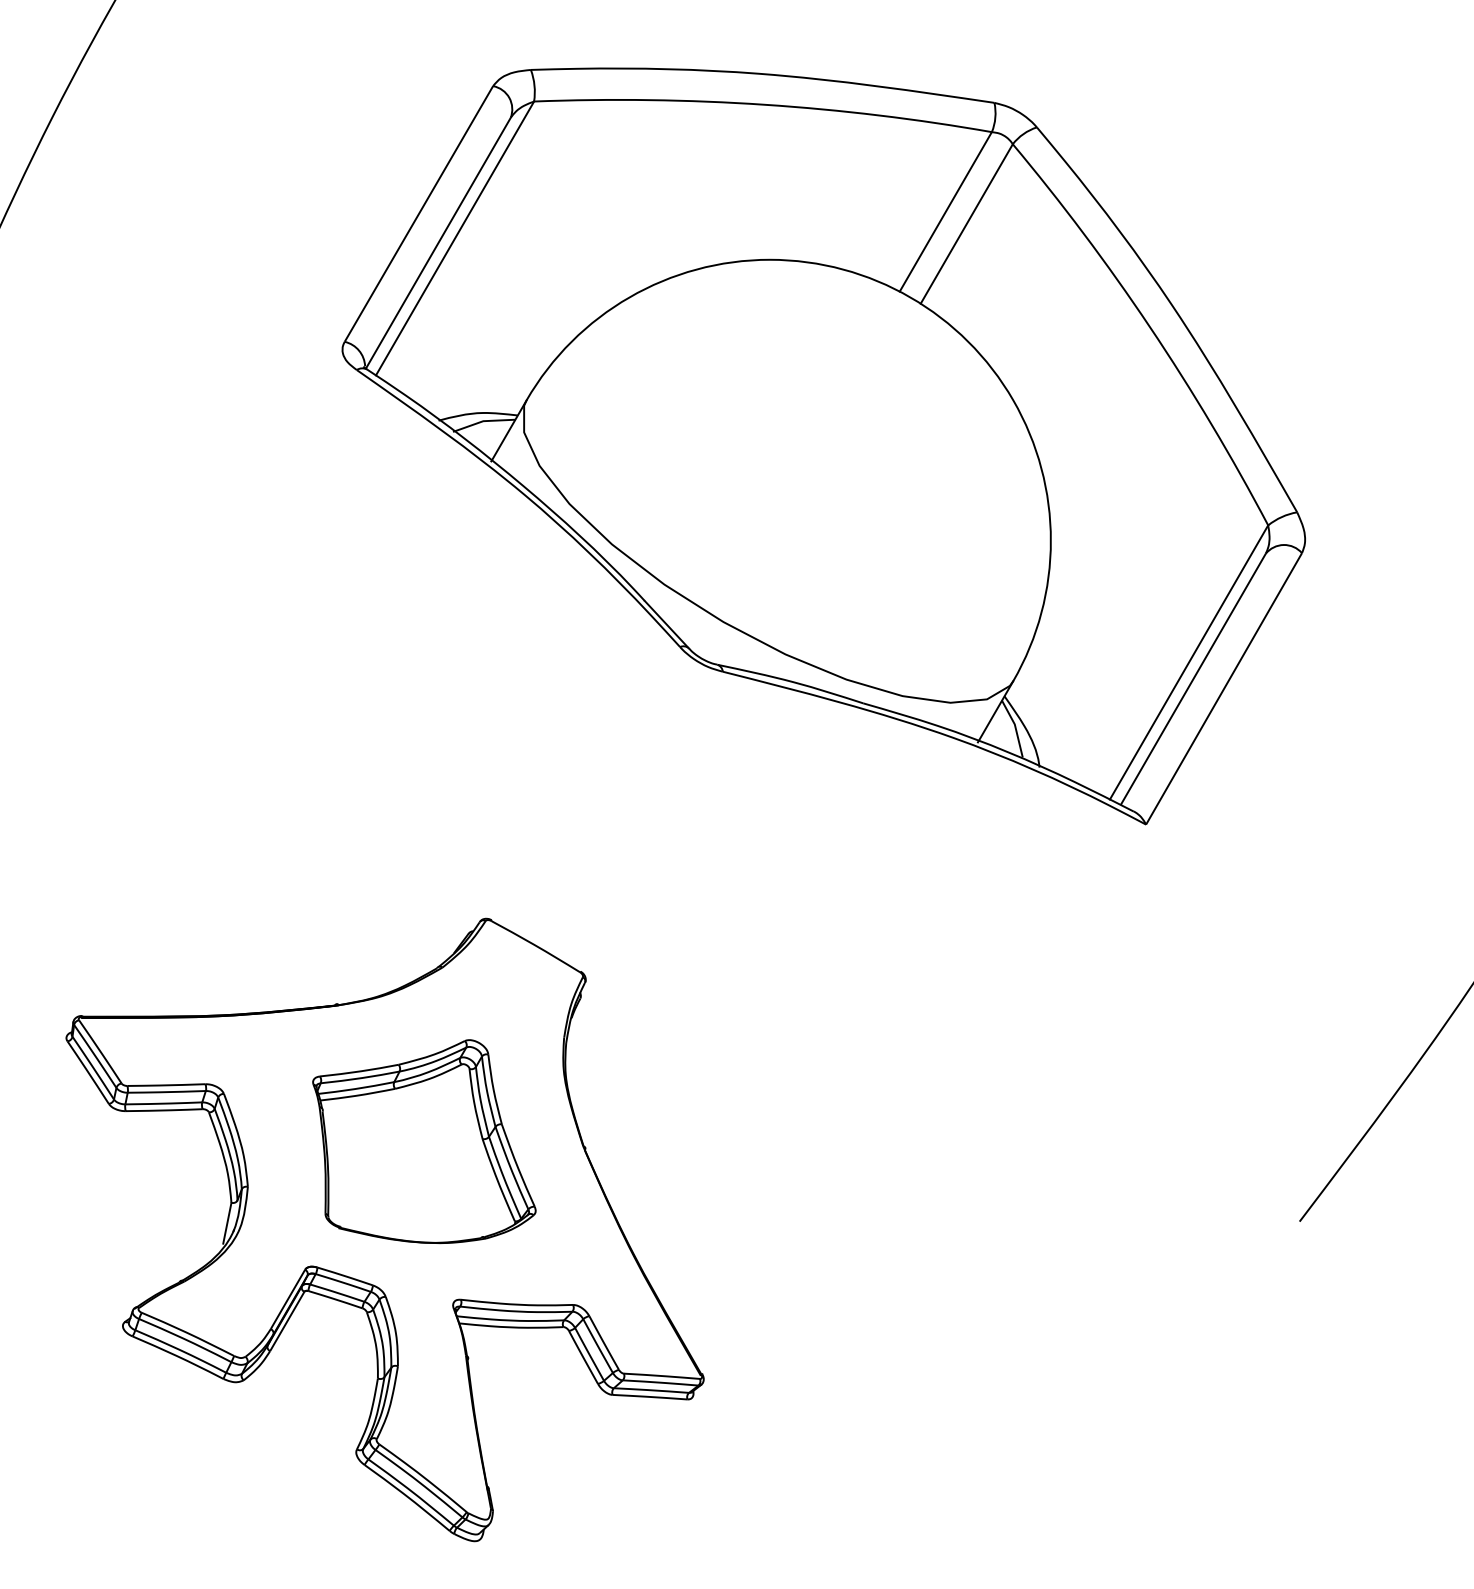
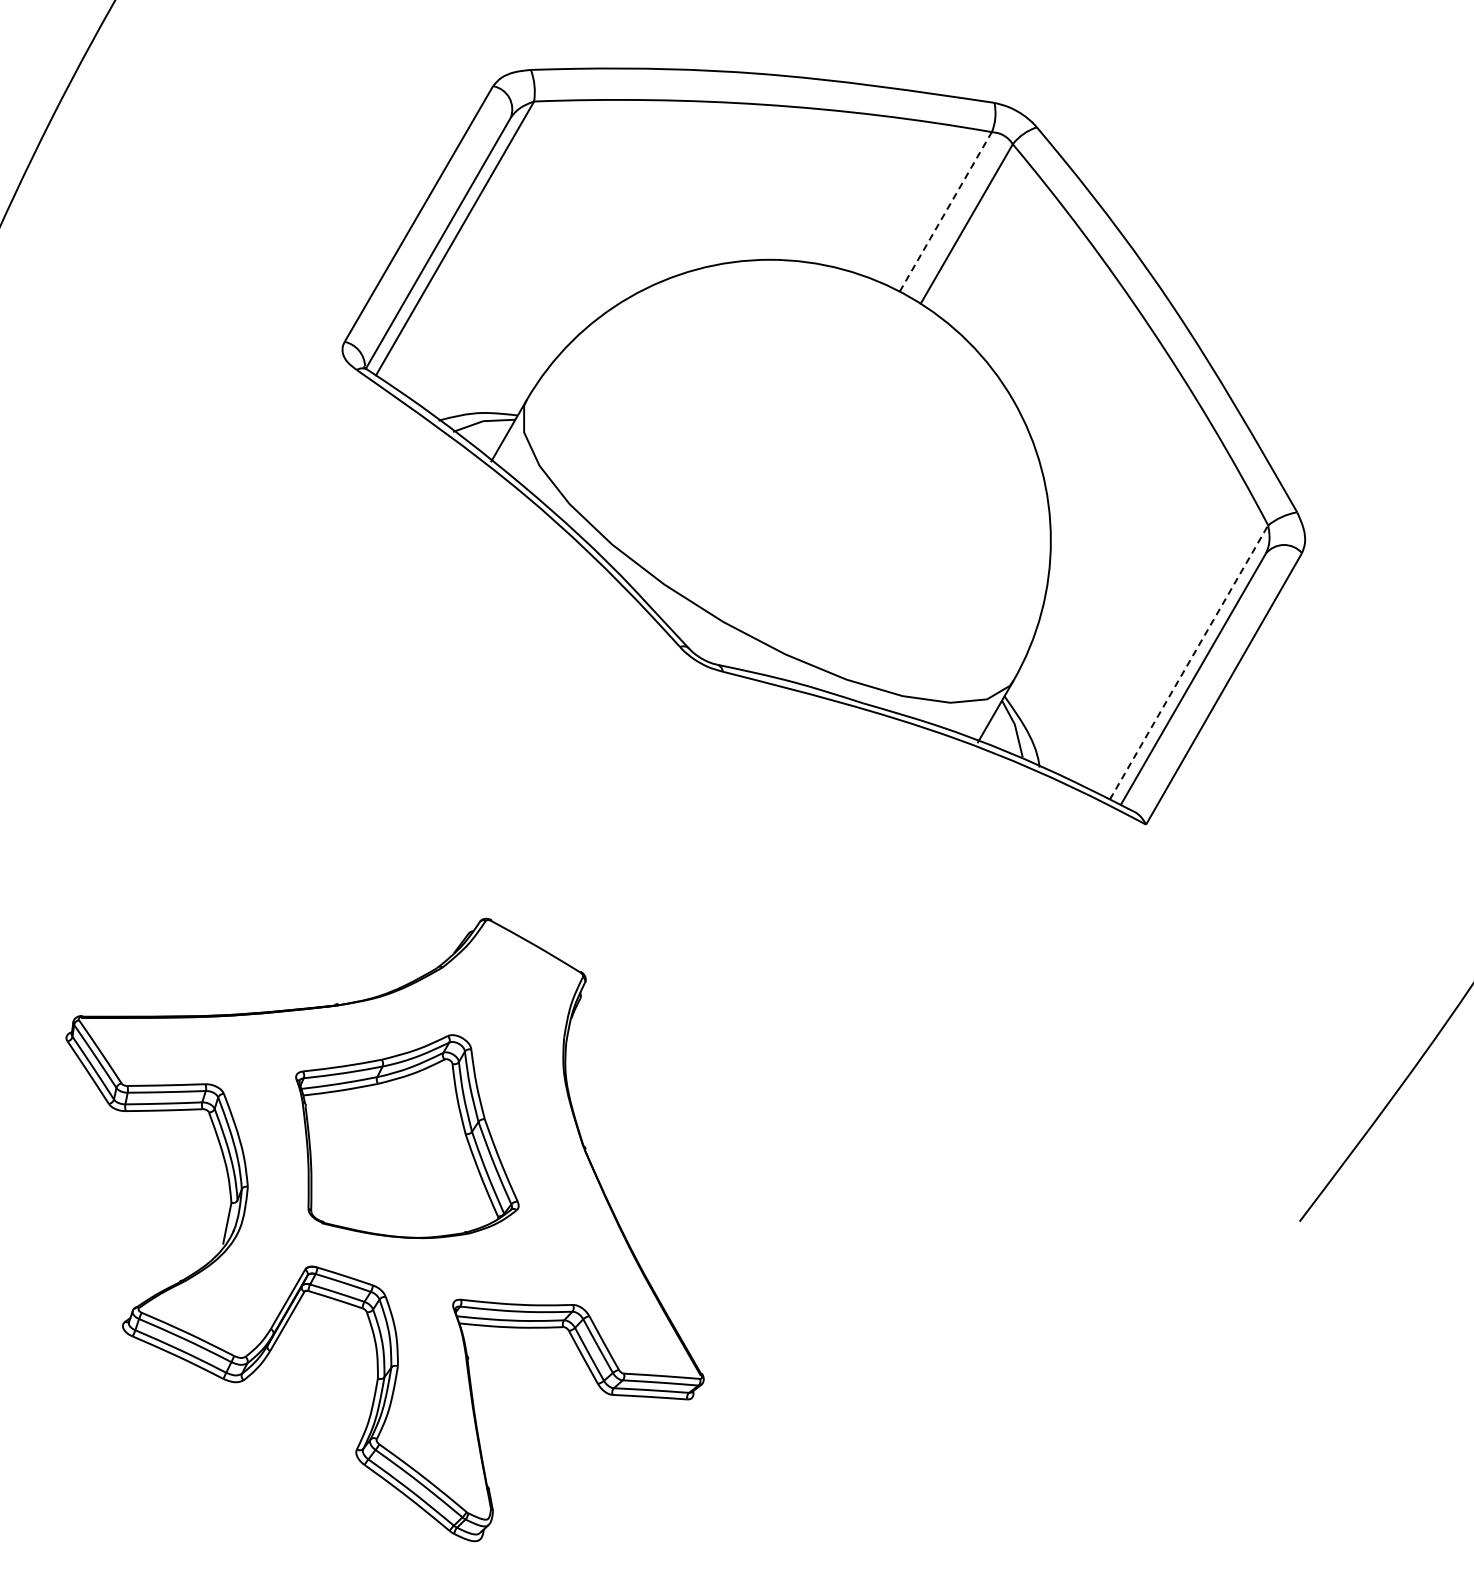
line at (946, 211): solid -> dashed
line at (1189, 662): solid -> dashed
part at (424, 1141) position: (424, 1141) -> (407, 1136)
